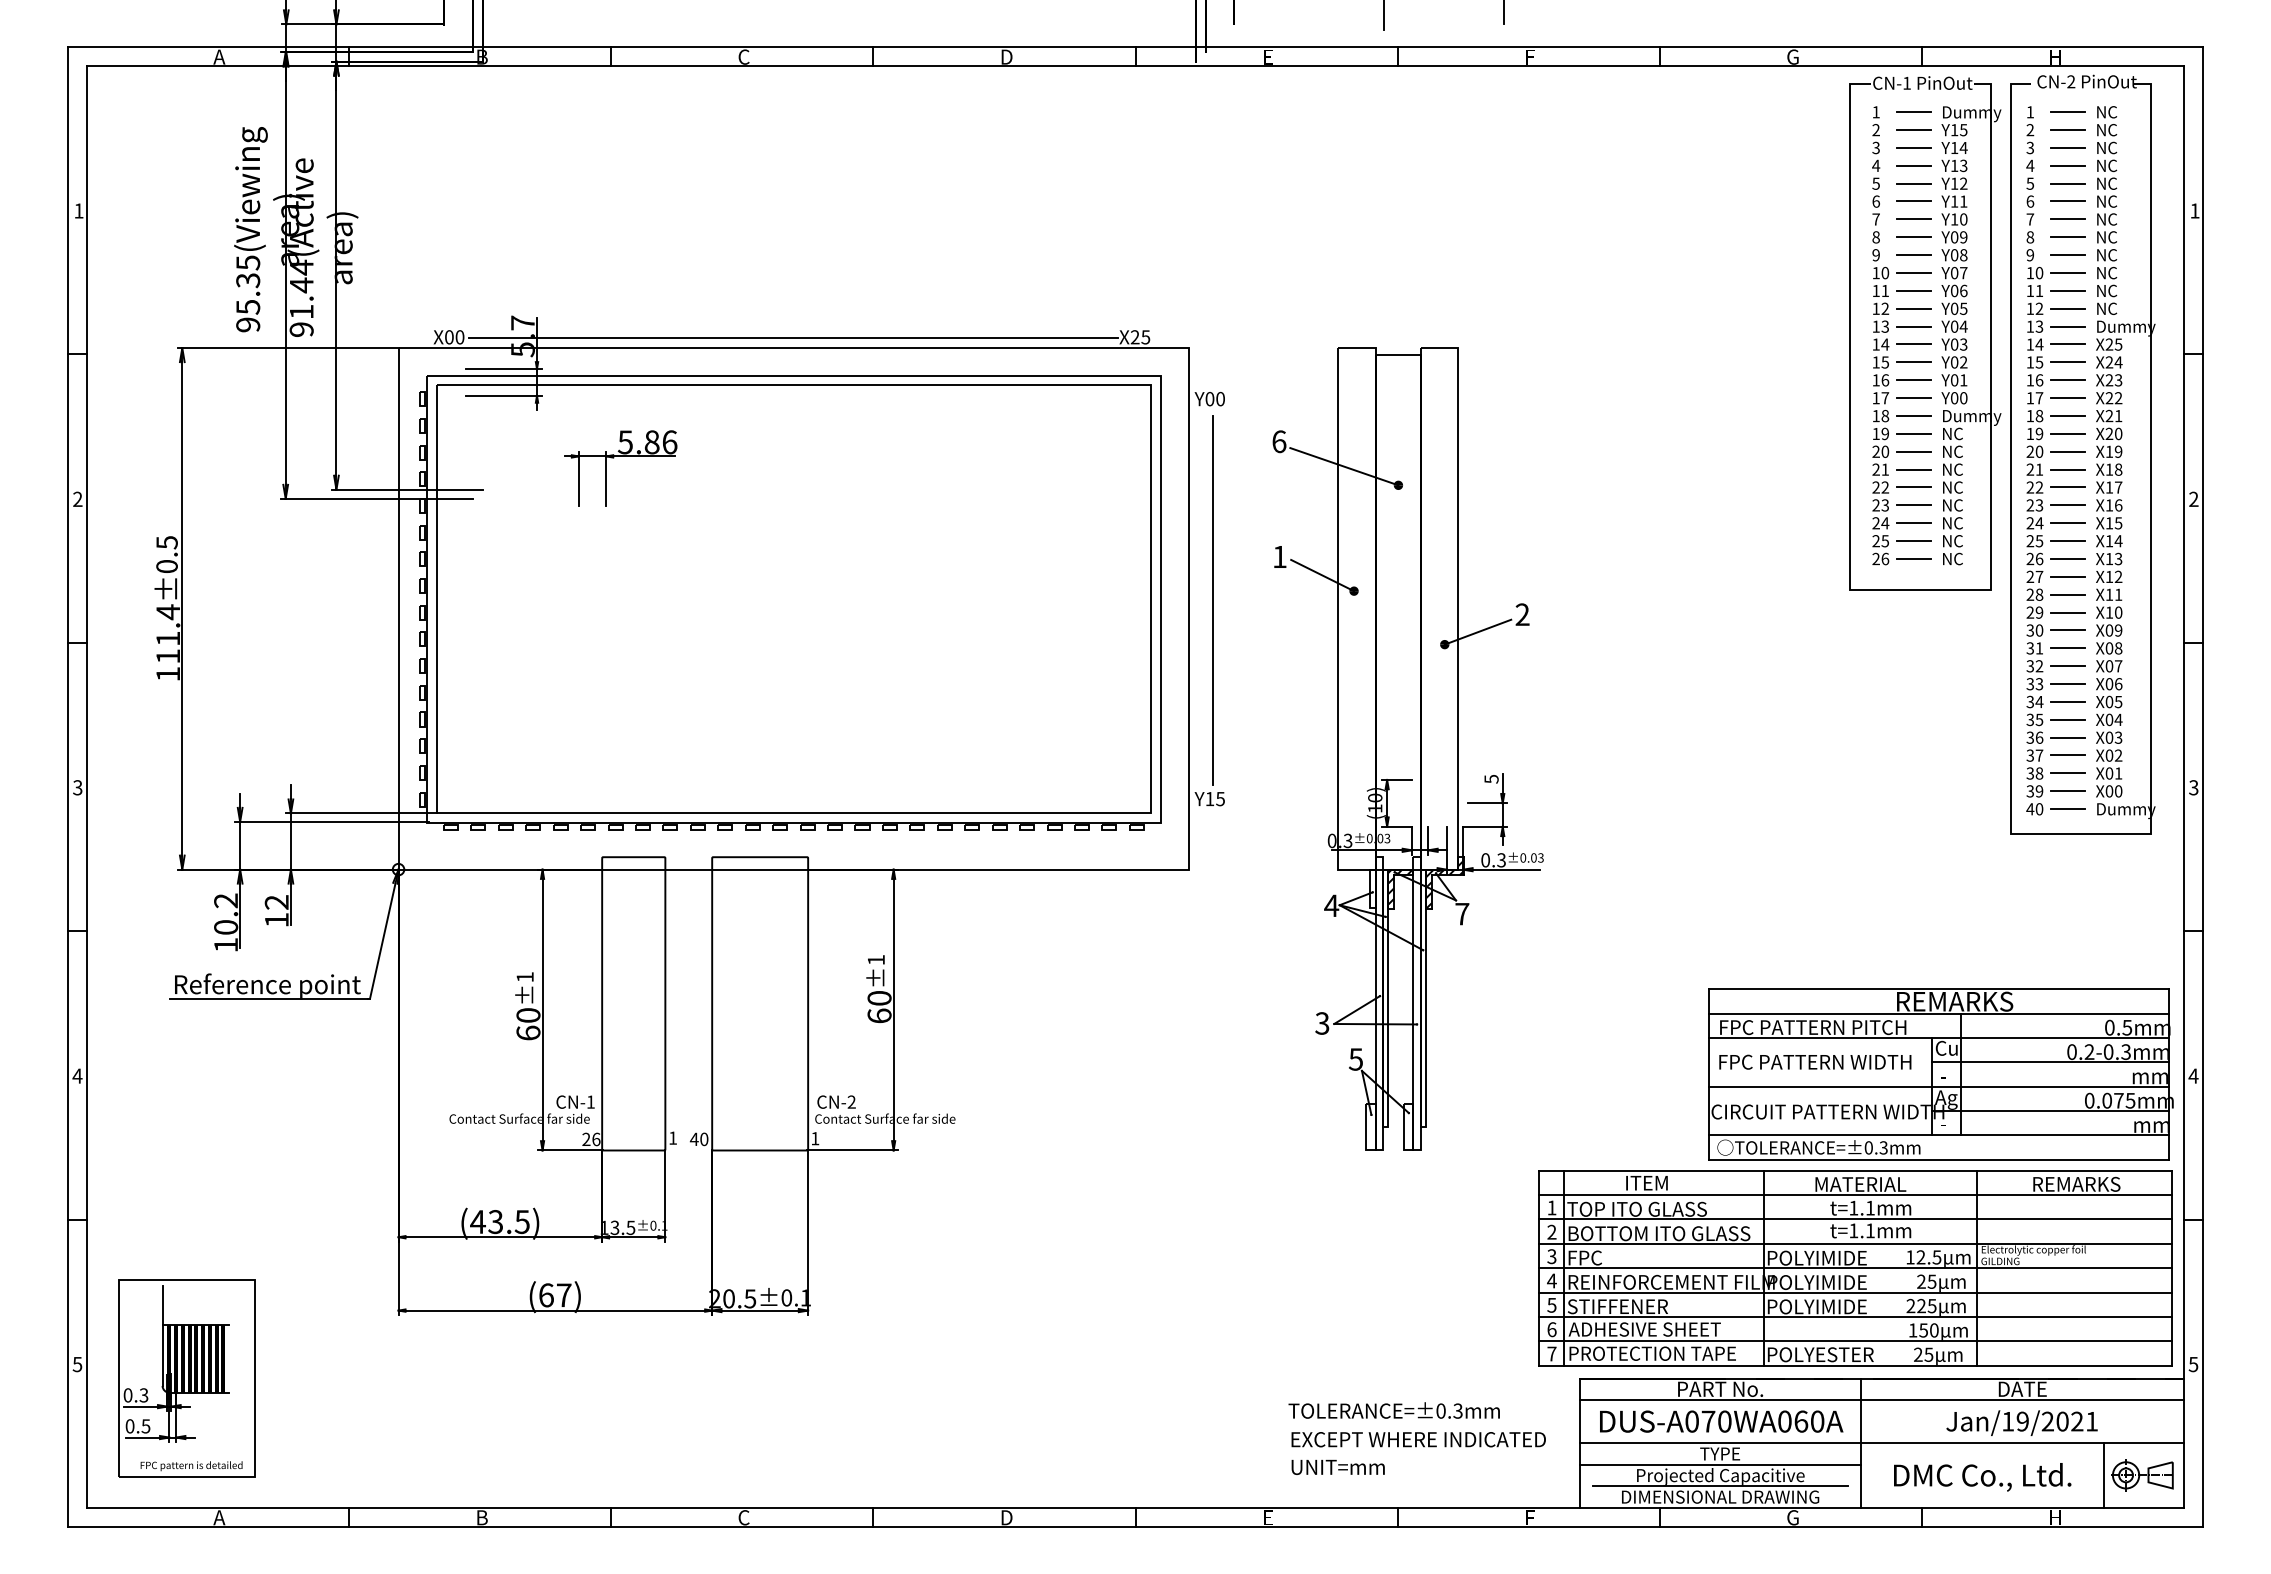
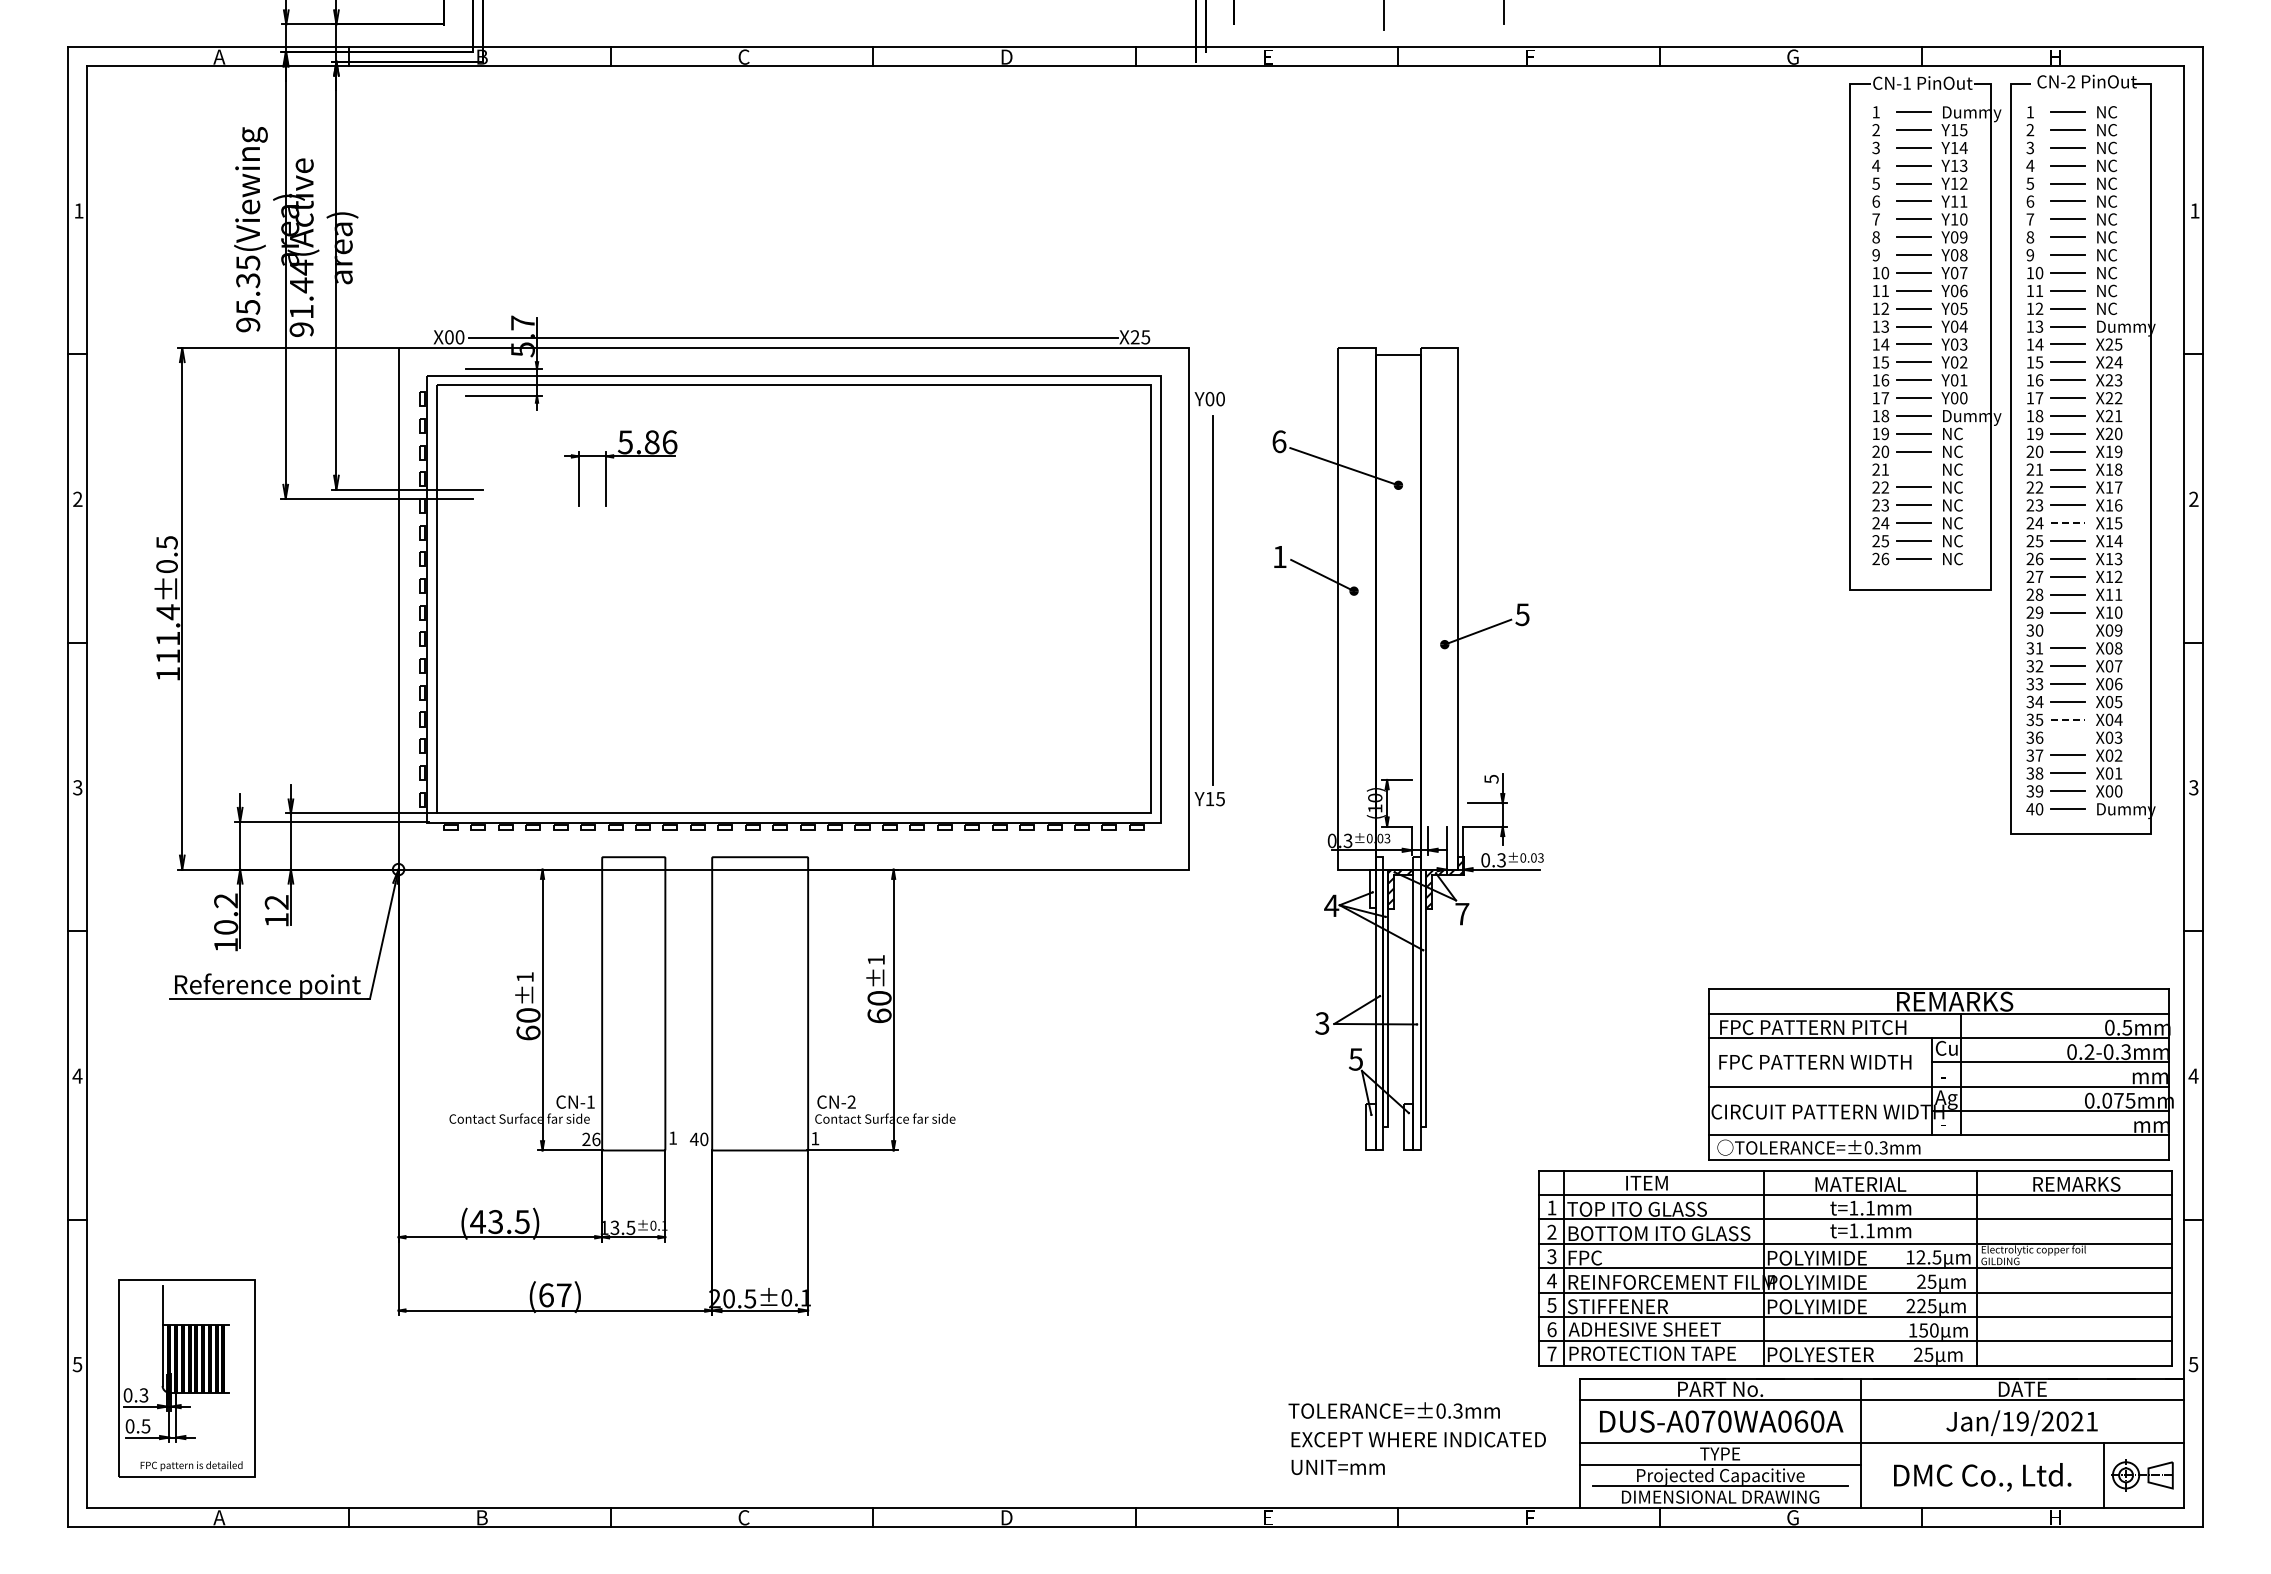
line at (1913, 469): present -> none
line at (2068, 523): solid -> dashed
text at (1522, 614): 2 -> 5
line at (2068, 630): present -> none
line at (2068, 719): solid -> dashed
line at (2068, 737): present -> none
